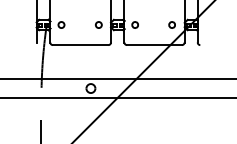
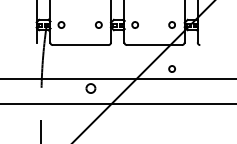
part at (171, 68): none -> present
line at (117, 98) position: (117, 98) -> (117, 104)
